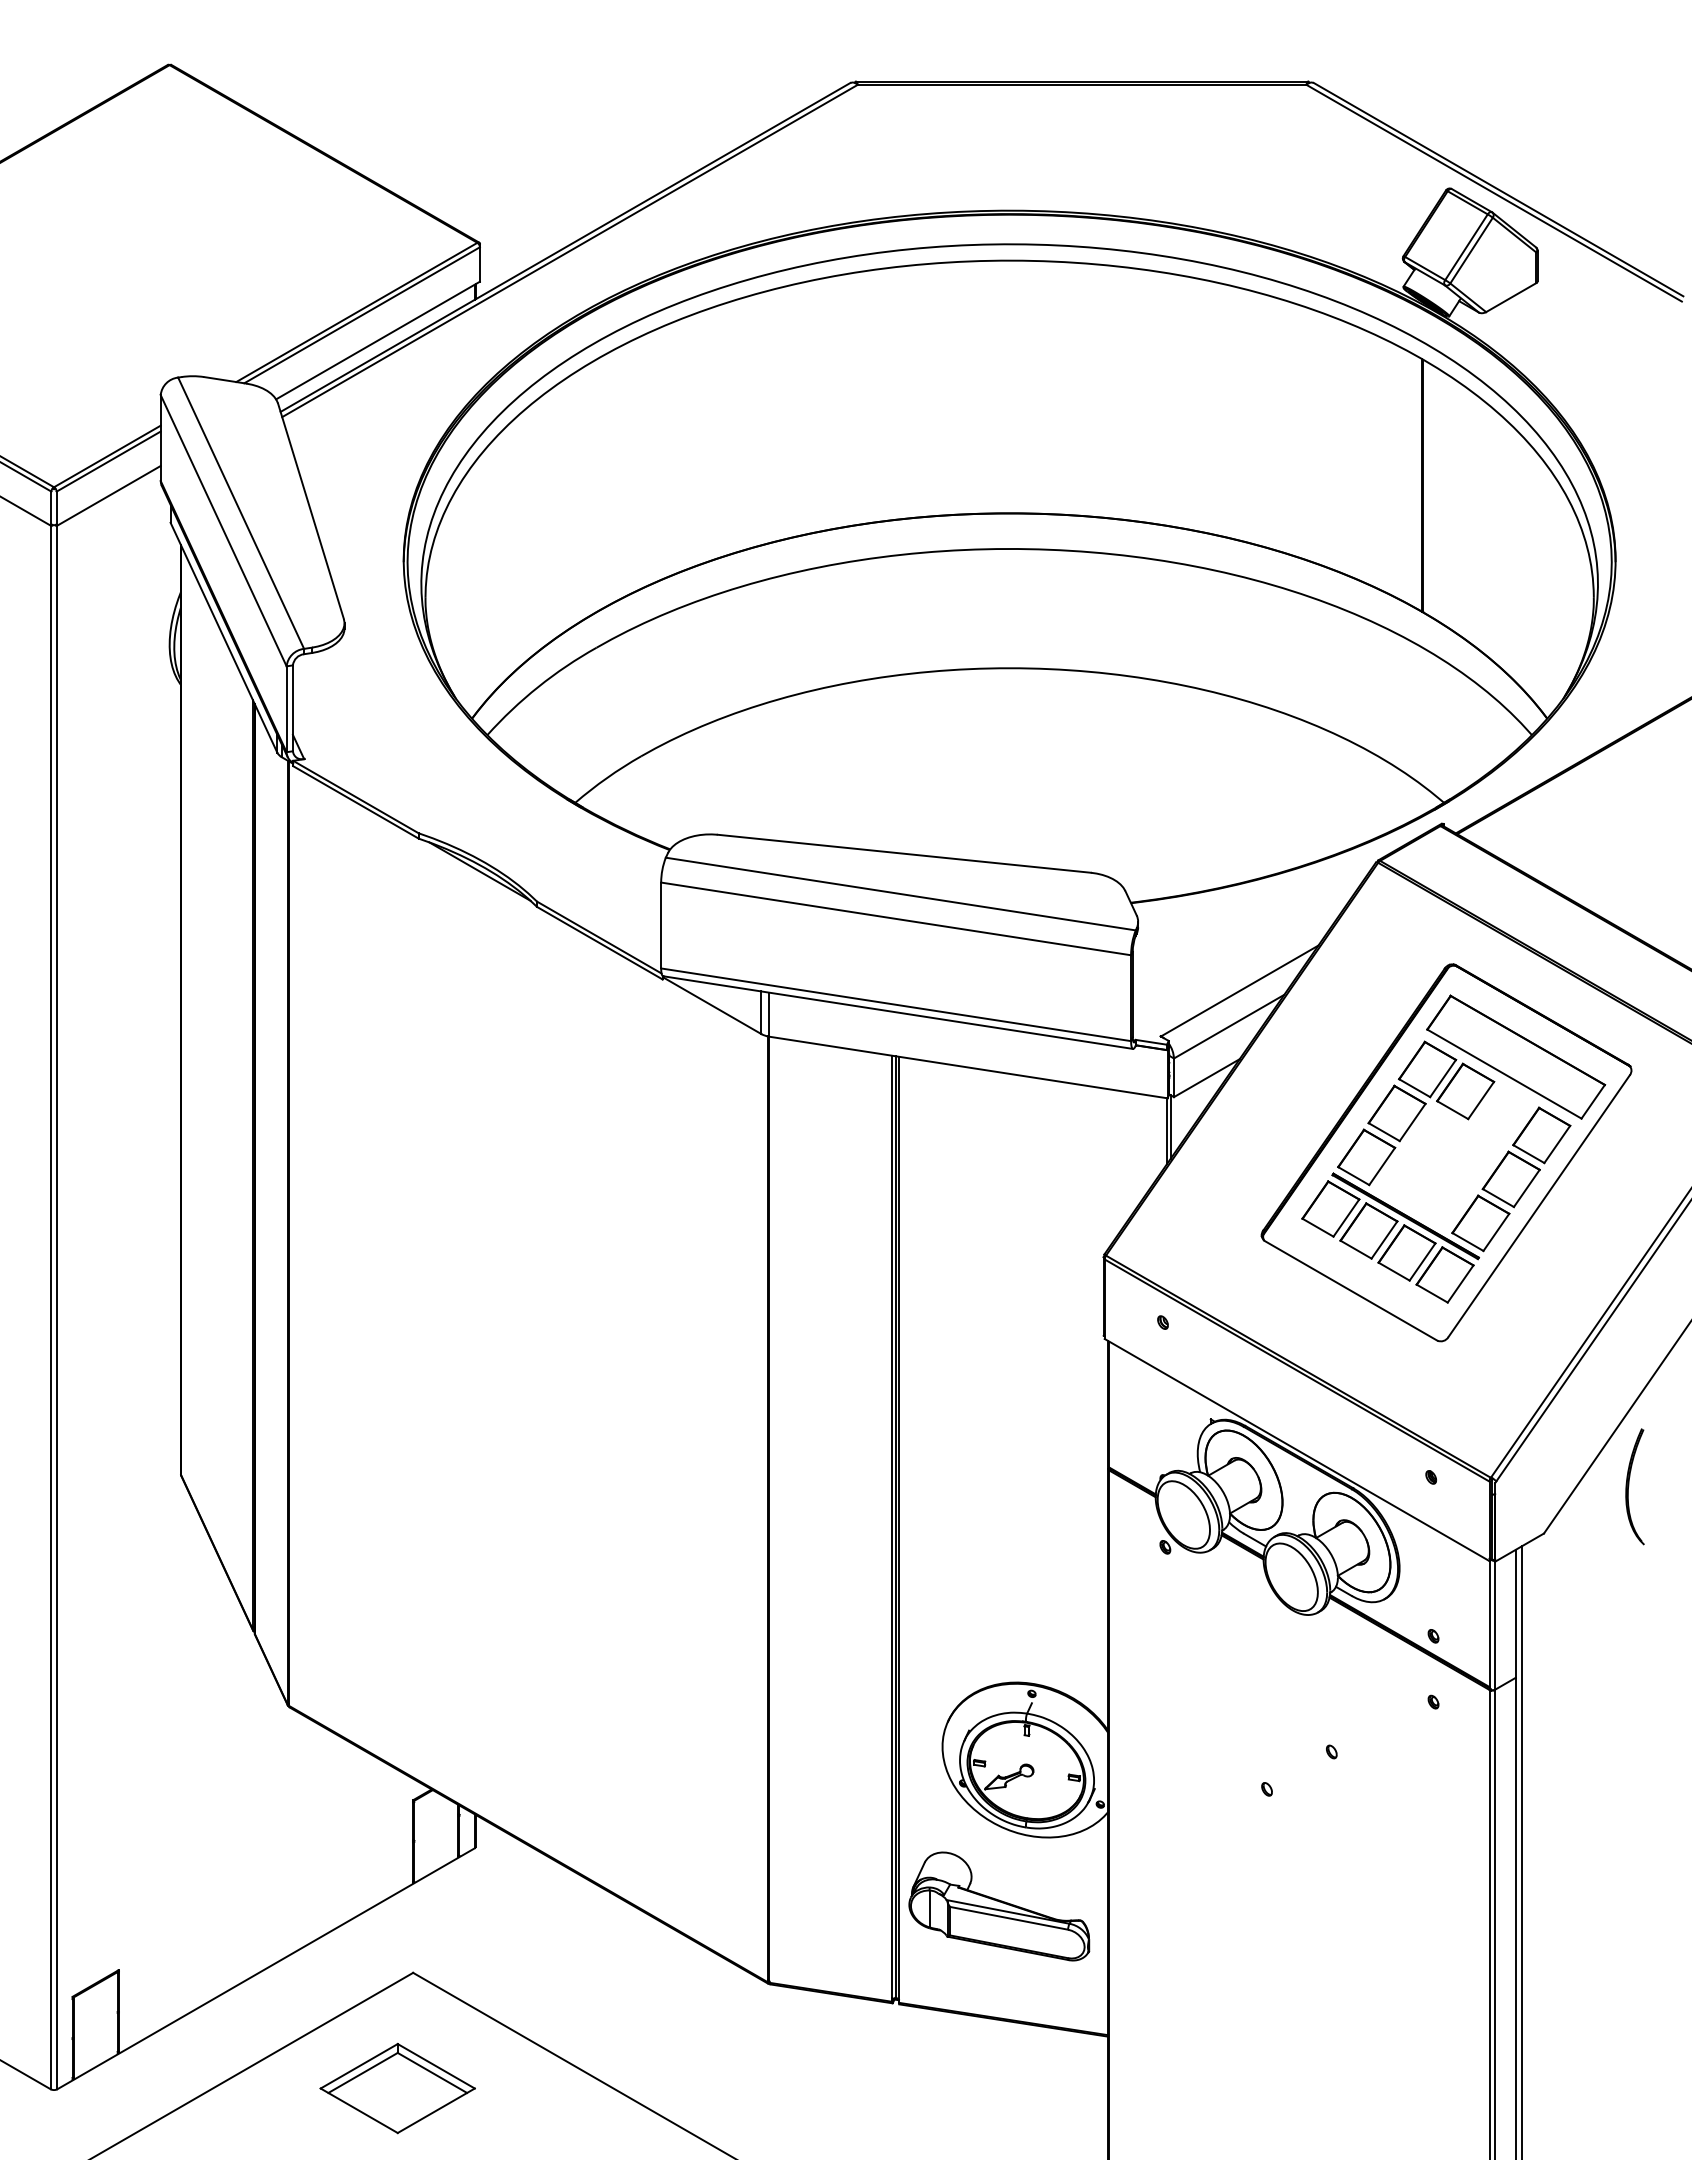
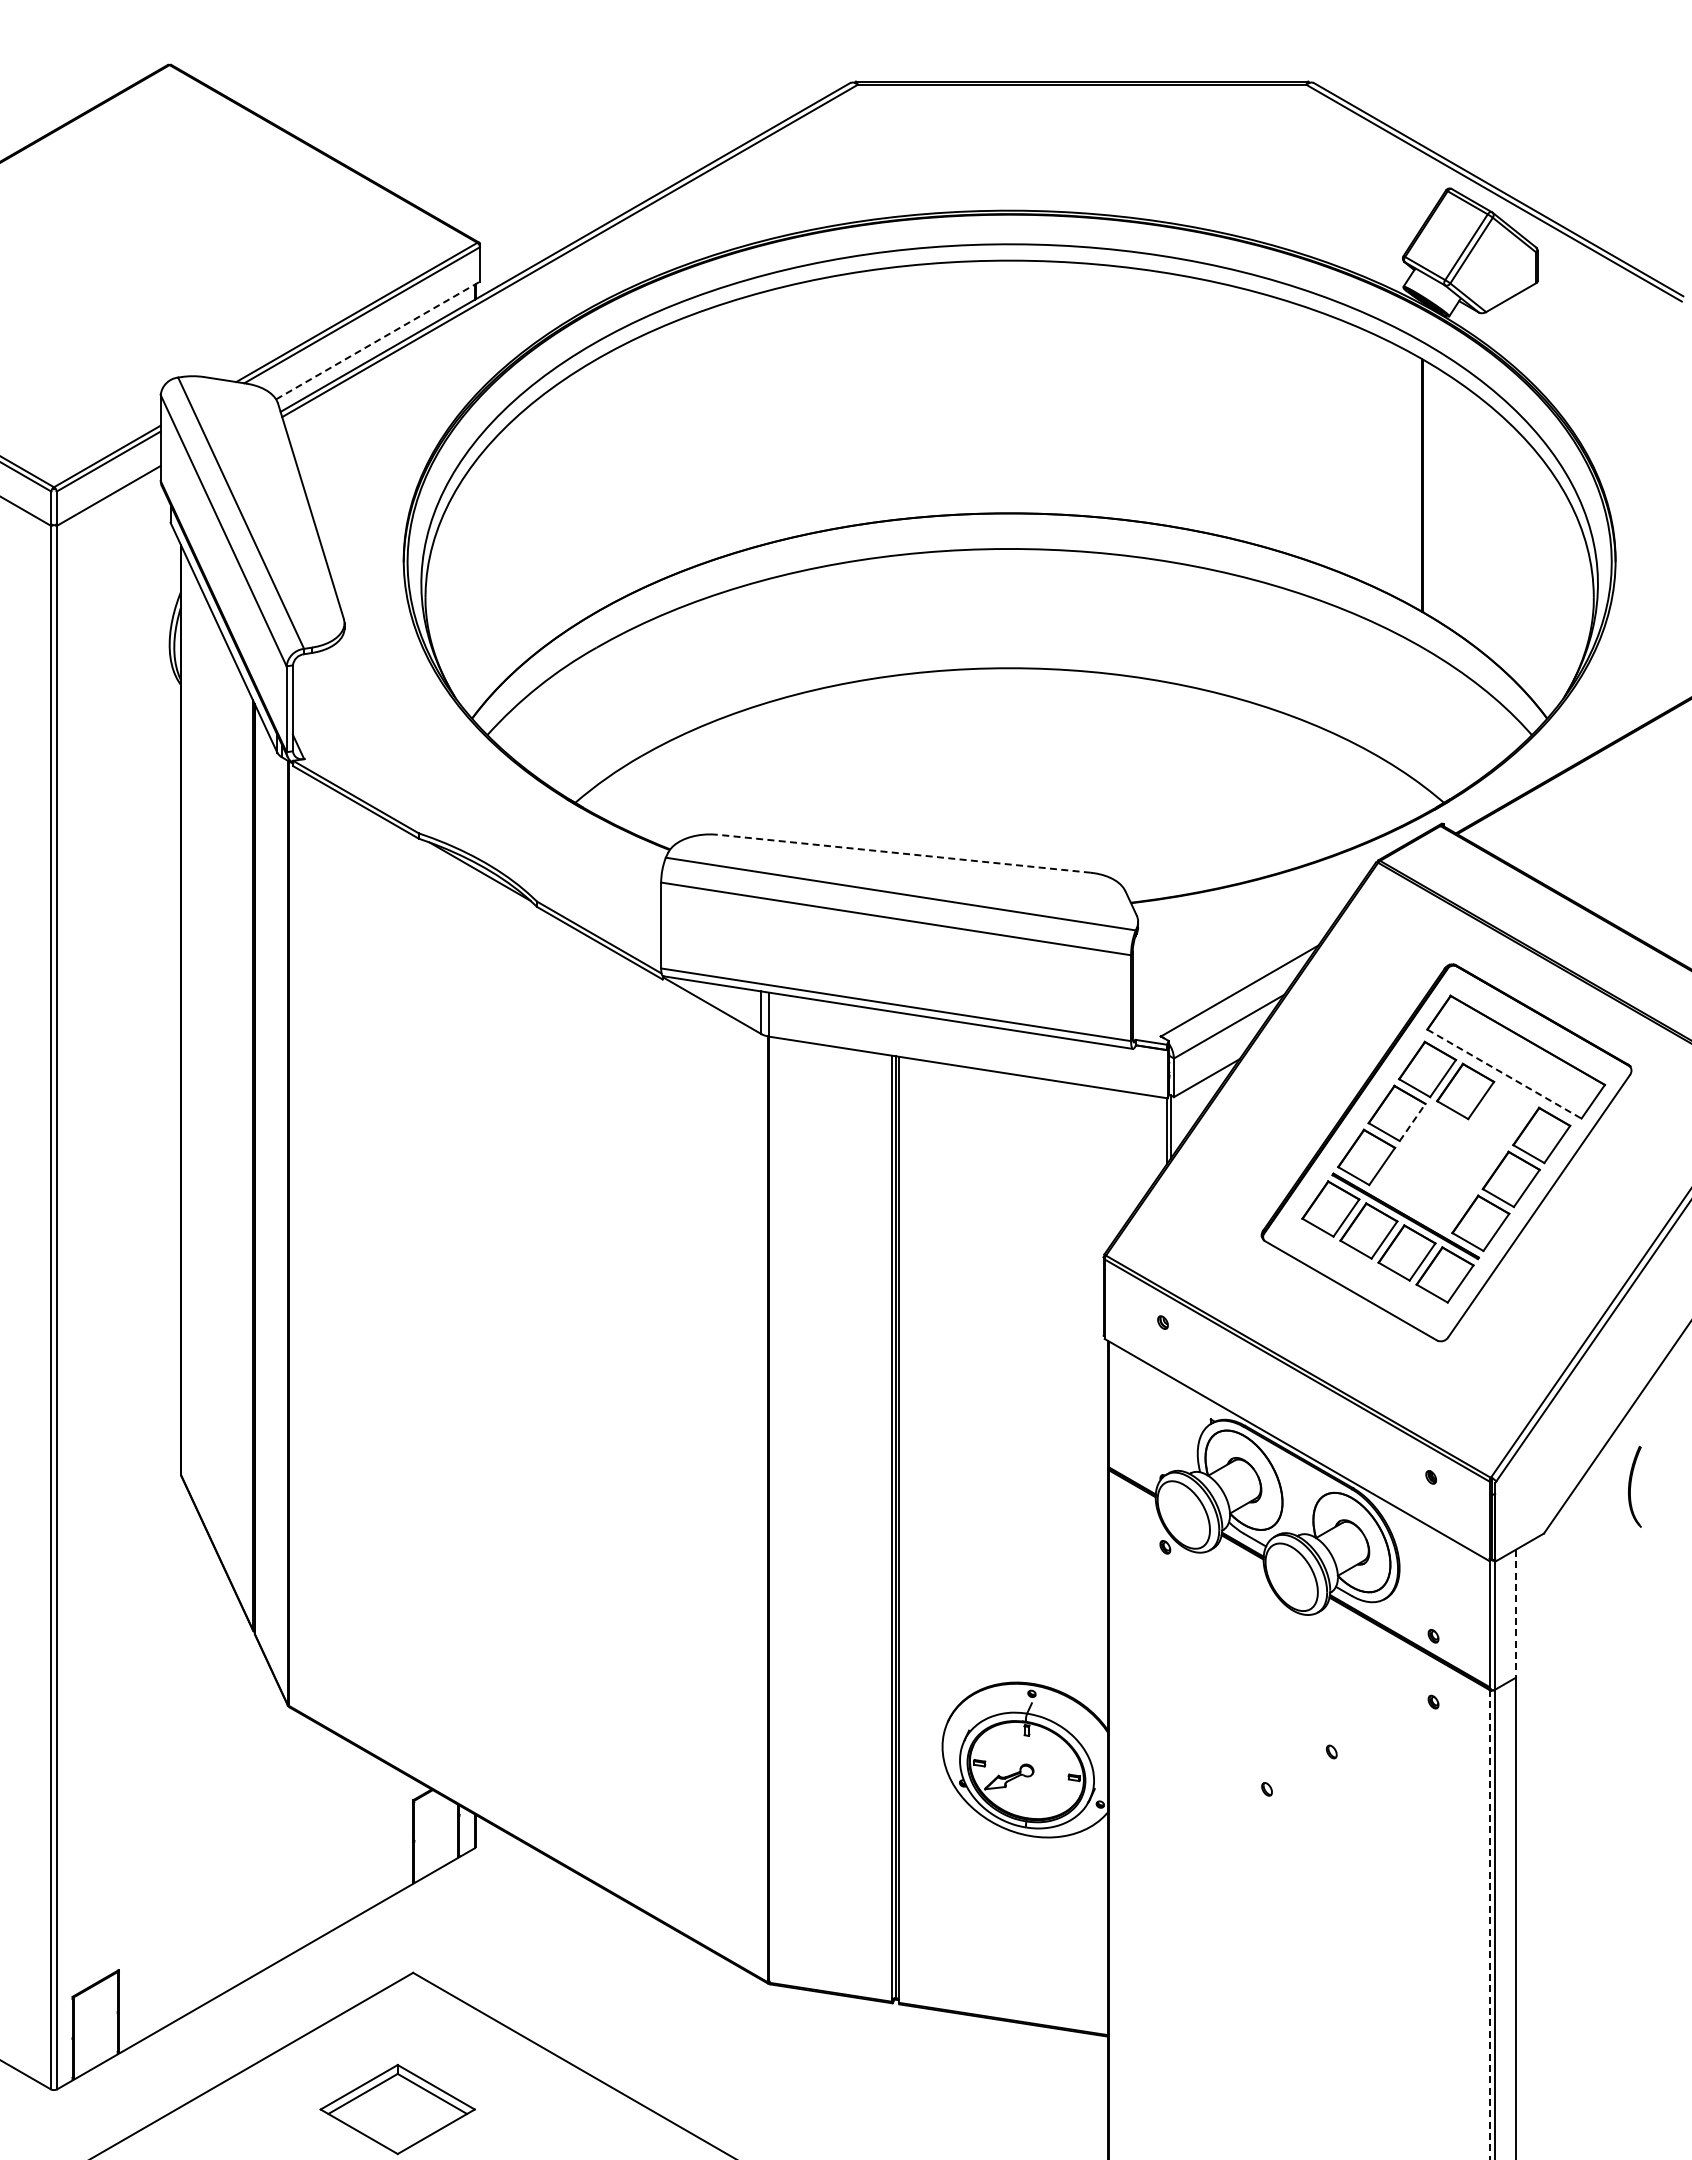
line at (378, 340): solid -> dashed
line at (904, 853): solid -> dashed
line at (1504, 1074): solid -> dashed
line at (1412, 1122): solid -> dashed
part at (1634, 1486) size: 20x118 px -> 14x82 px
line at (1515, 1613): solid -> dashed
line at (1521, 1851): present -> none
part at (999, 1906): present -> none
line at (1489, 1924): solid -> dashed
part at (397, 2088) position: (397, 2088) -> (397, 2109)
